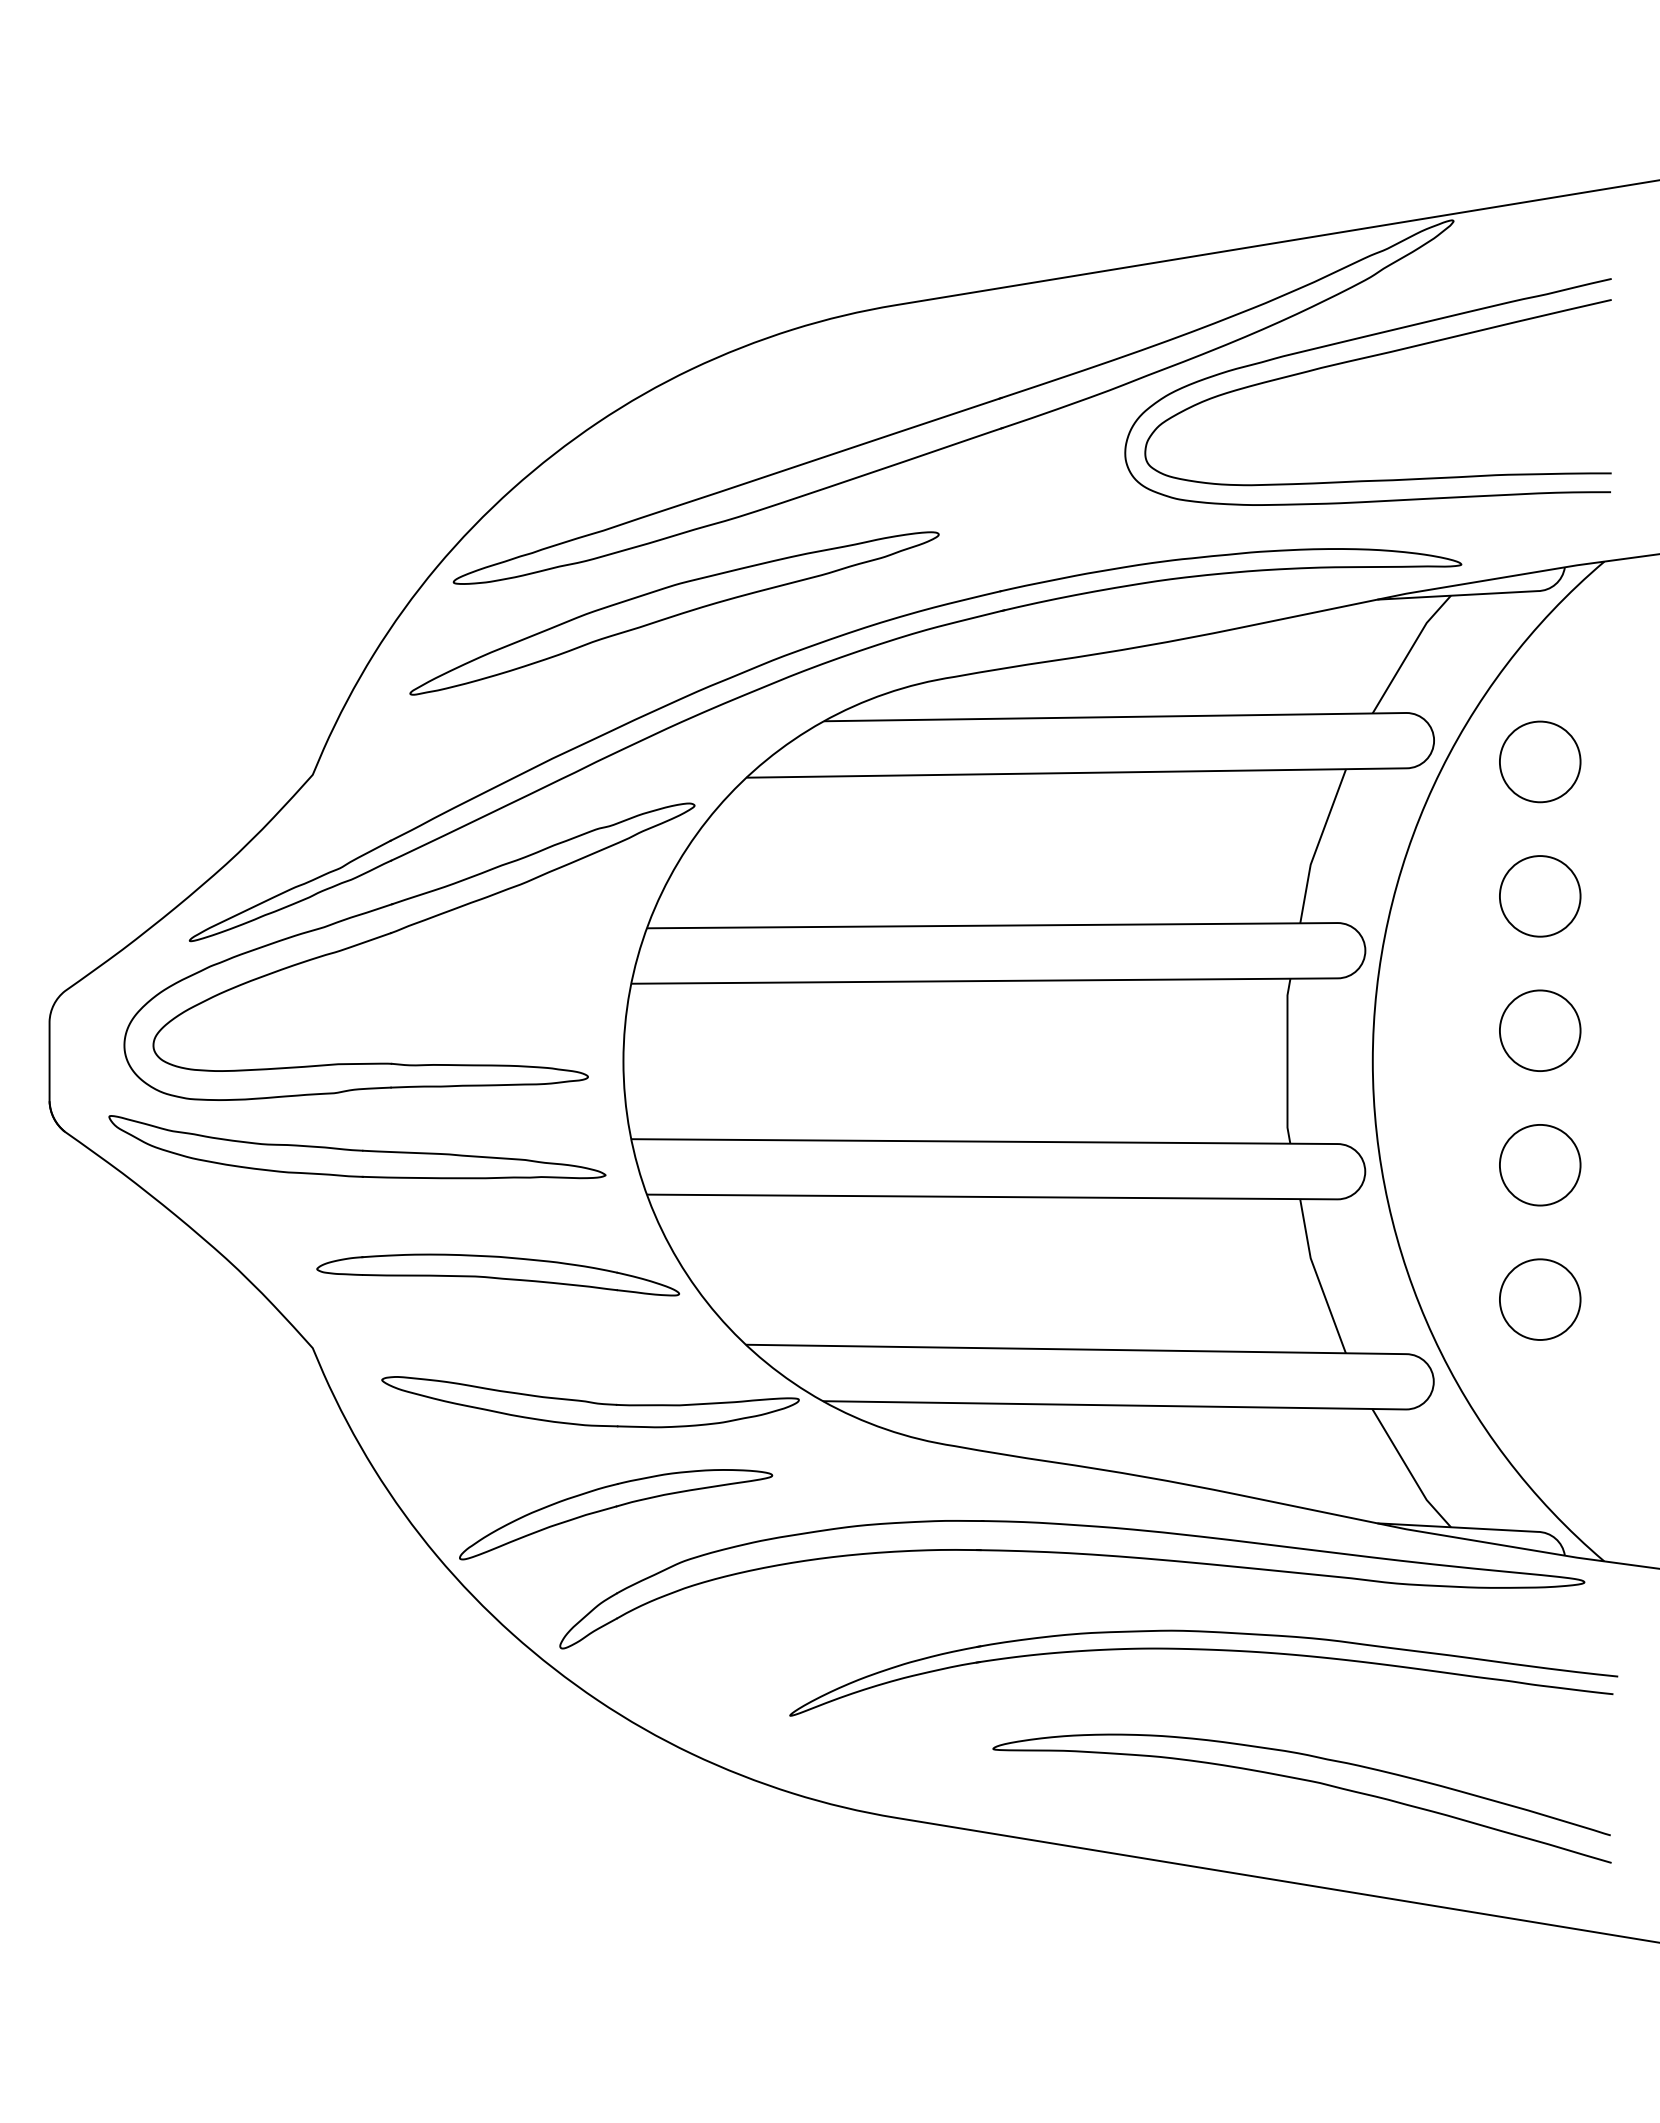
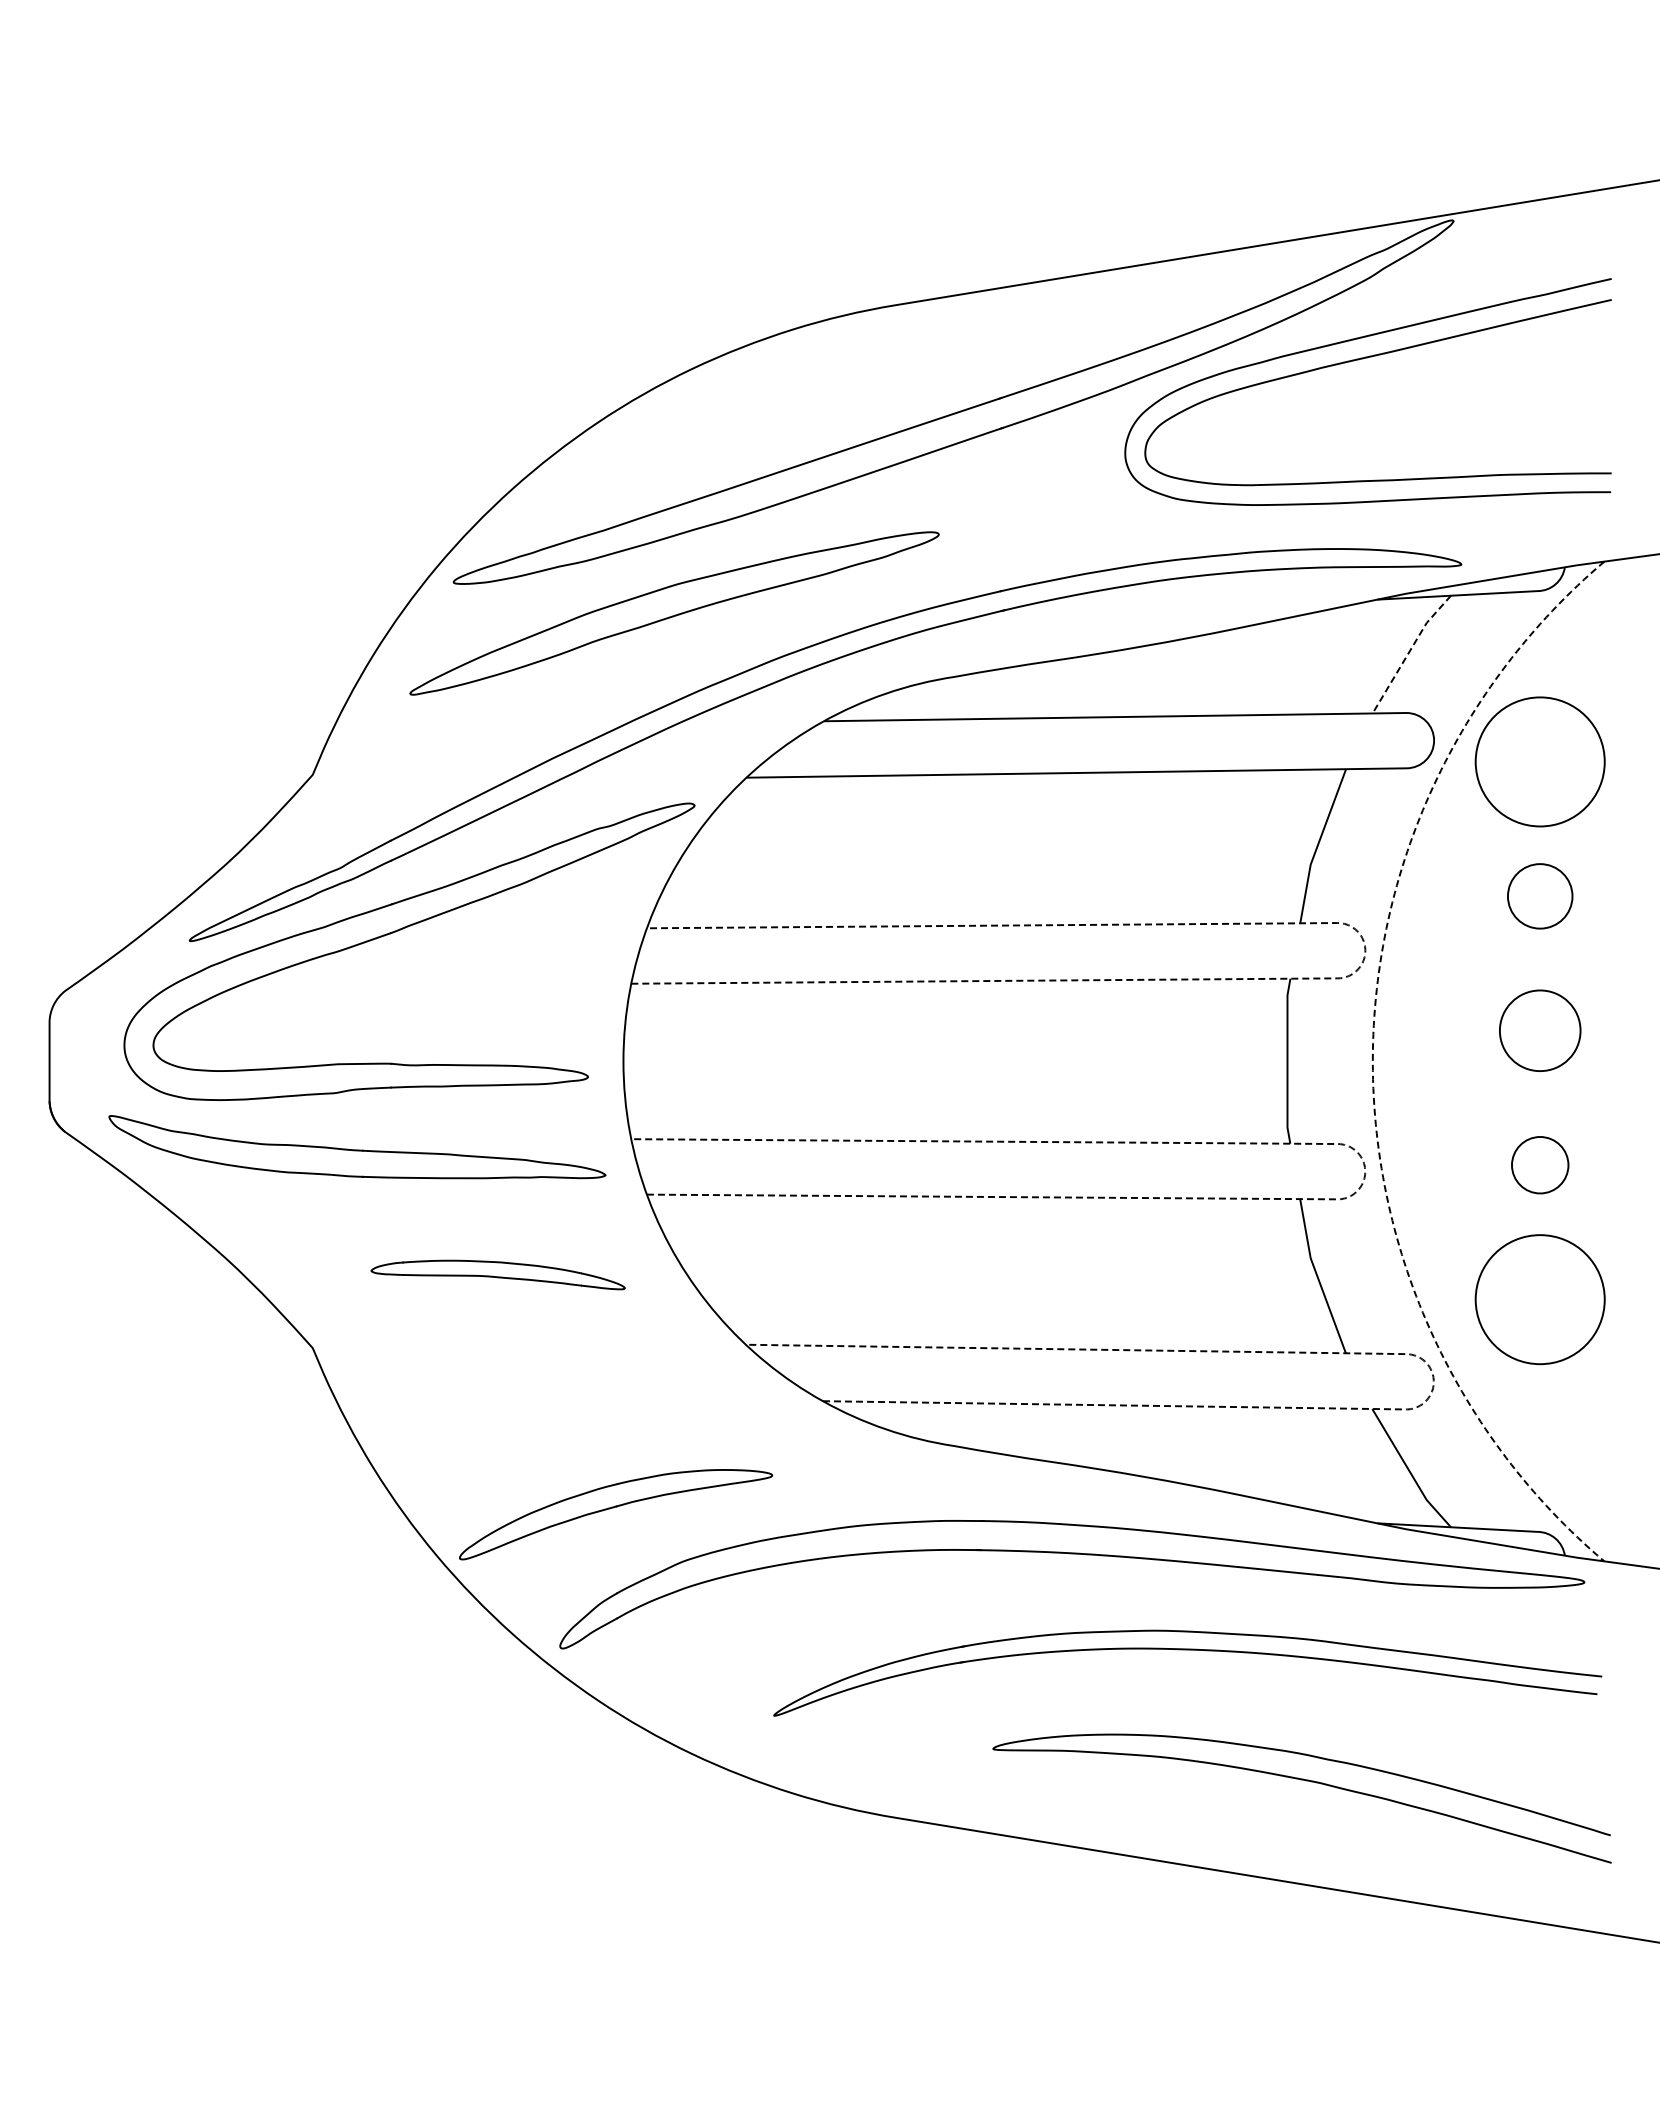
line at (1409, 651): solid -> dashed
circle at (1539, 761) diameter: 81 px -> 129 px
circle at (1539, 896) diameter: 81 px -> 65 px
line at (1364, 956): solid -> dashed
line at (1372, 1061): solid -> dashed
circle at (1539, 1164) diameter: 81 px -> 56 px
line at (1364, 1166): solid -> dashed
part at (497, 1274) size: 364x44 px -> 256x32 px
circle at (1539, 1299) diameter: 81 px -> 129 px
line at (1420, 1358): solid -> dashed
part at (590, 1402): present -> none
part at (1203, 1650) position: (1203, 1650) -> (1187, 1650)
